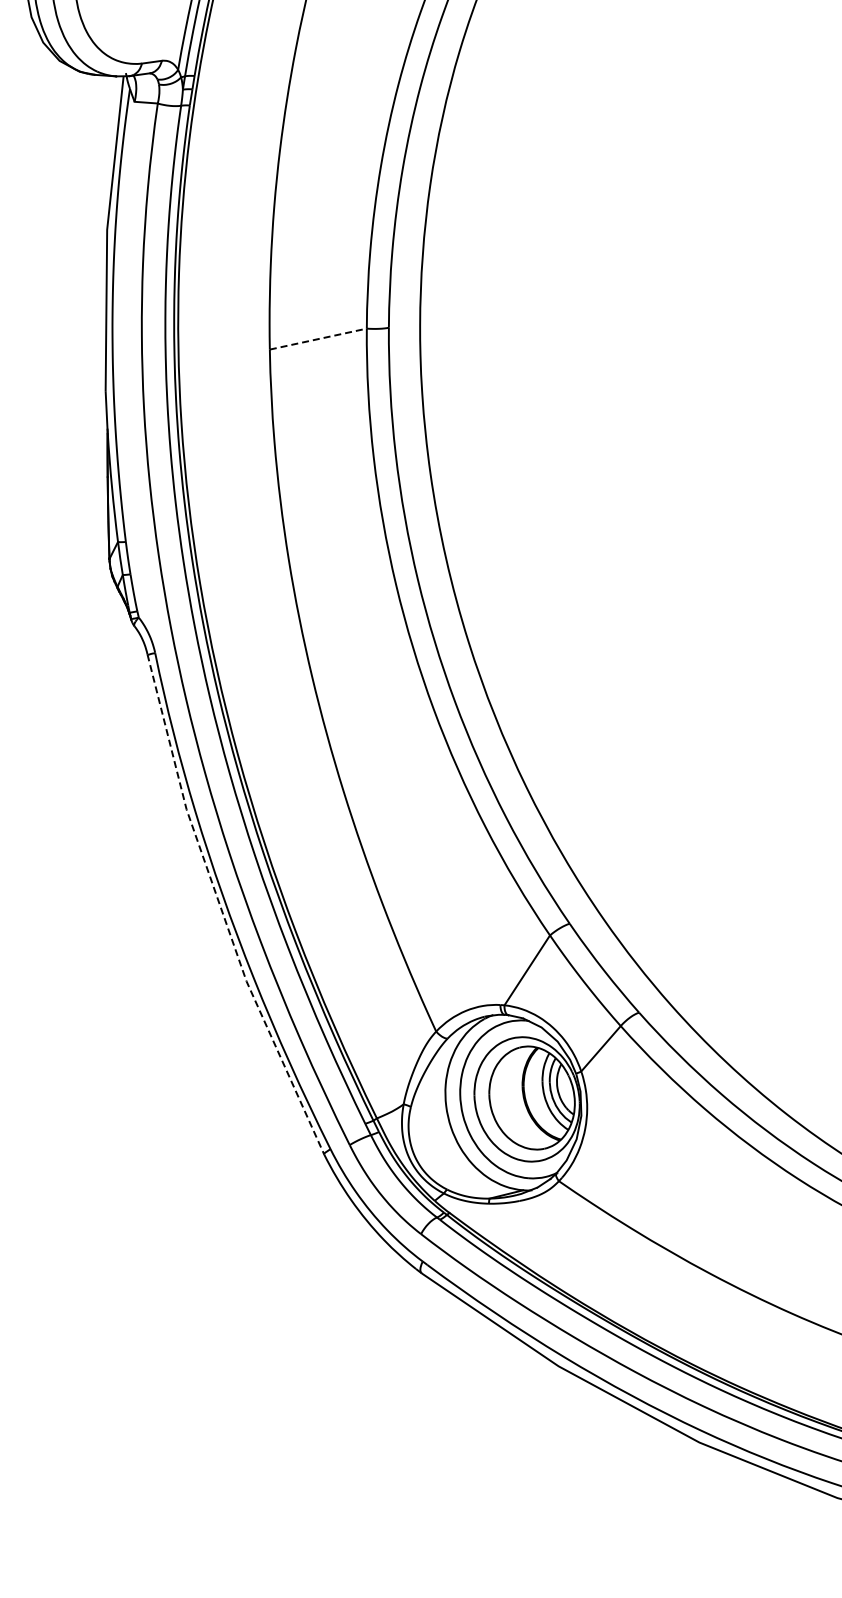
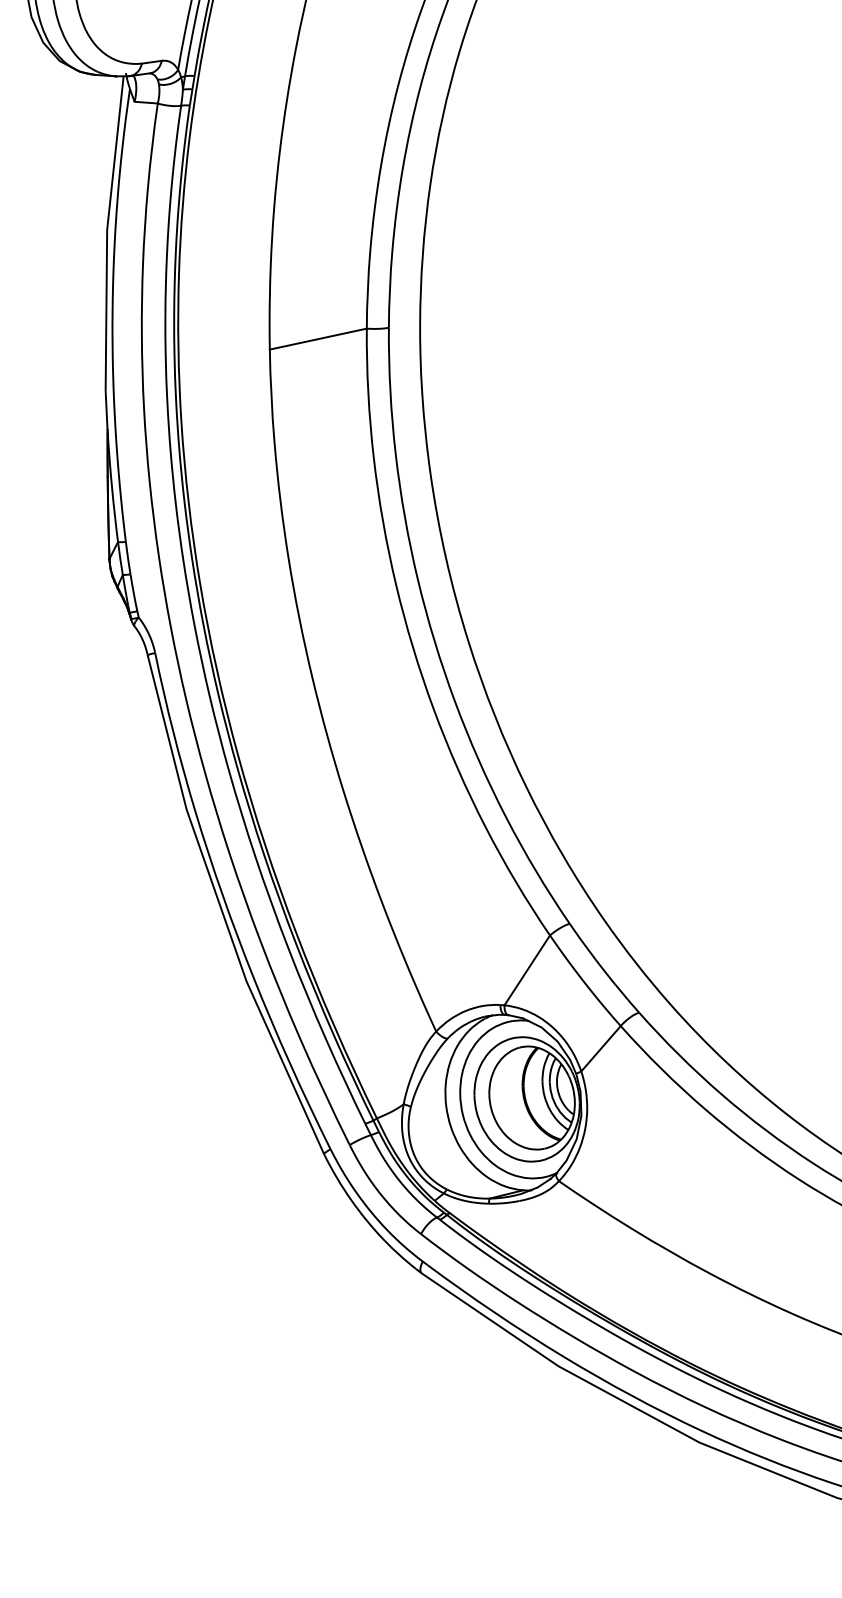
line at (318, 339): dashed -> solid
line at (221, 909): dashed -> solid
